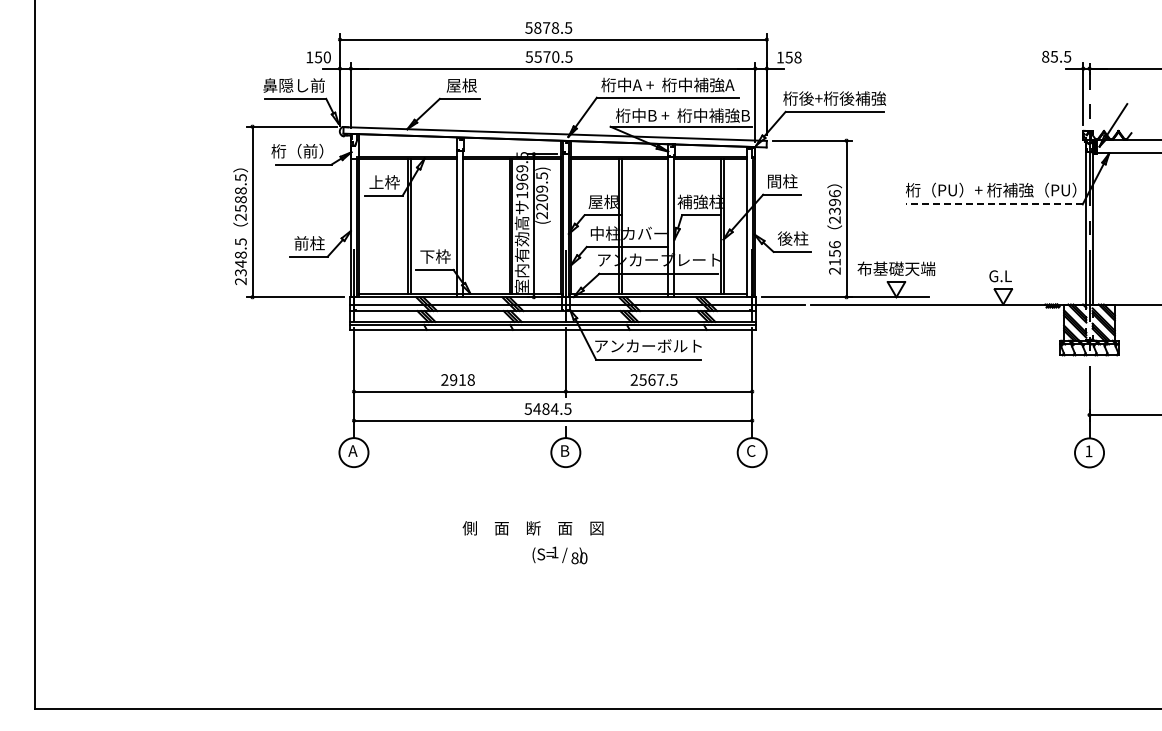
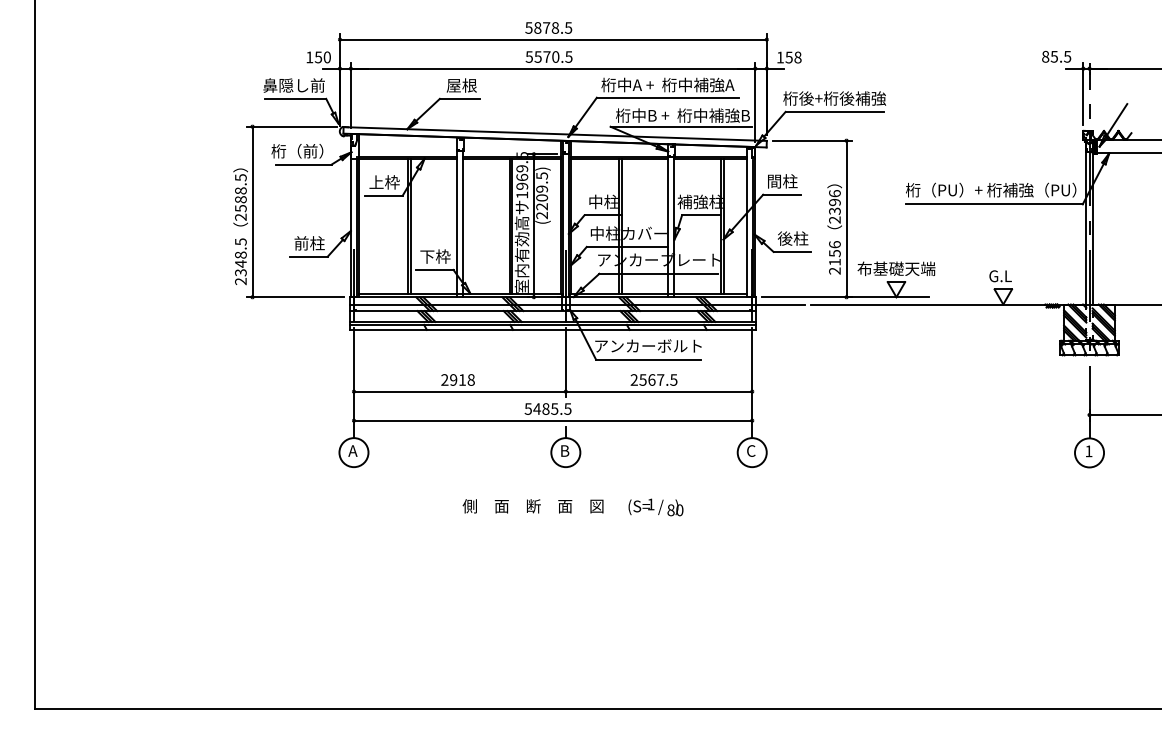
text at (602, 201): 屋根 -> 中柱
line at (994, 204): dashed -> solid
text at (554, 408): 5484.5 -> 5485.5
text at (532, 528) position: (532, 528) -> (532, 506)
text at (559, 555) position: (559, 555) -> (655, 507)
